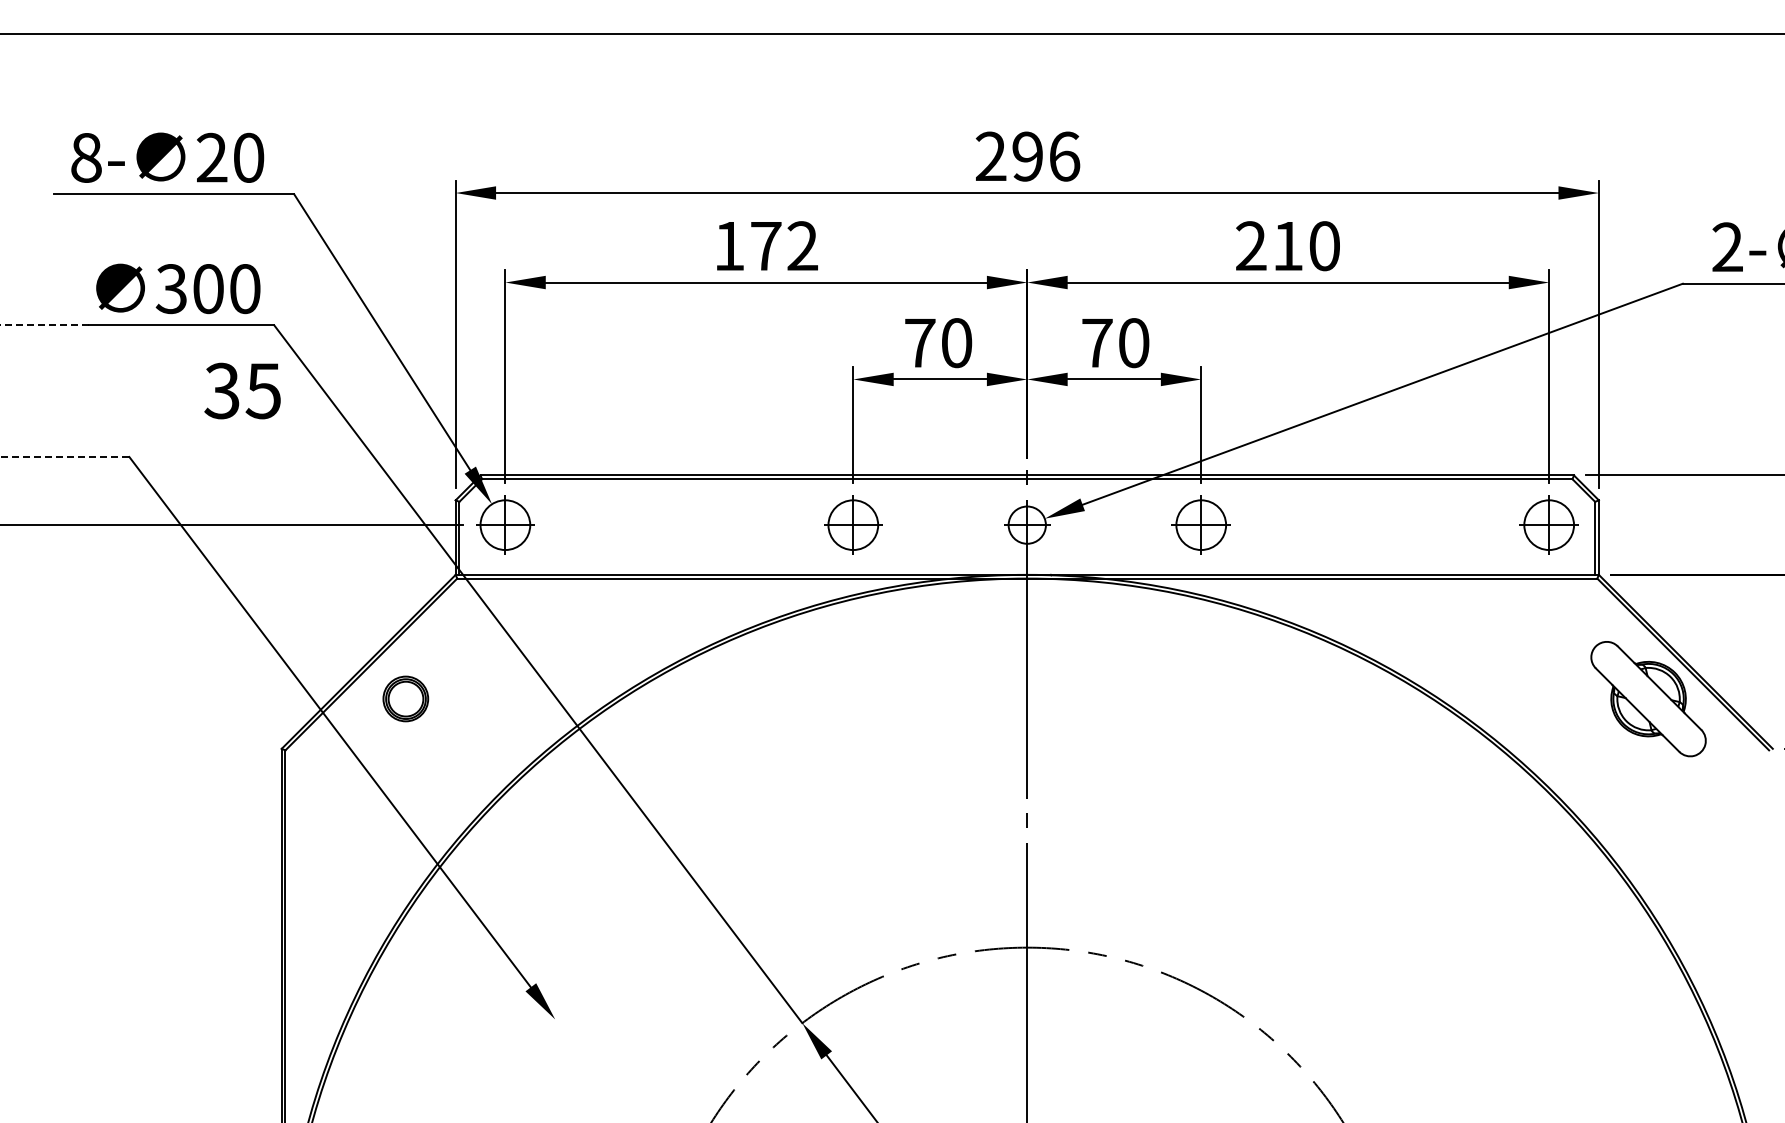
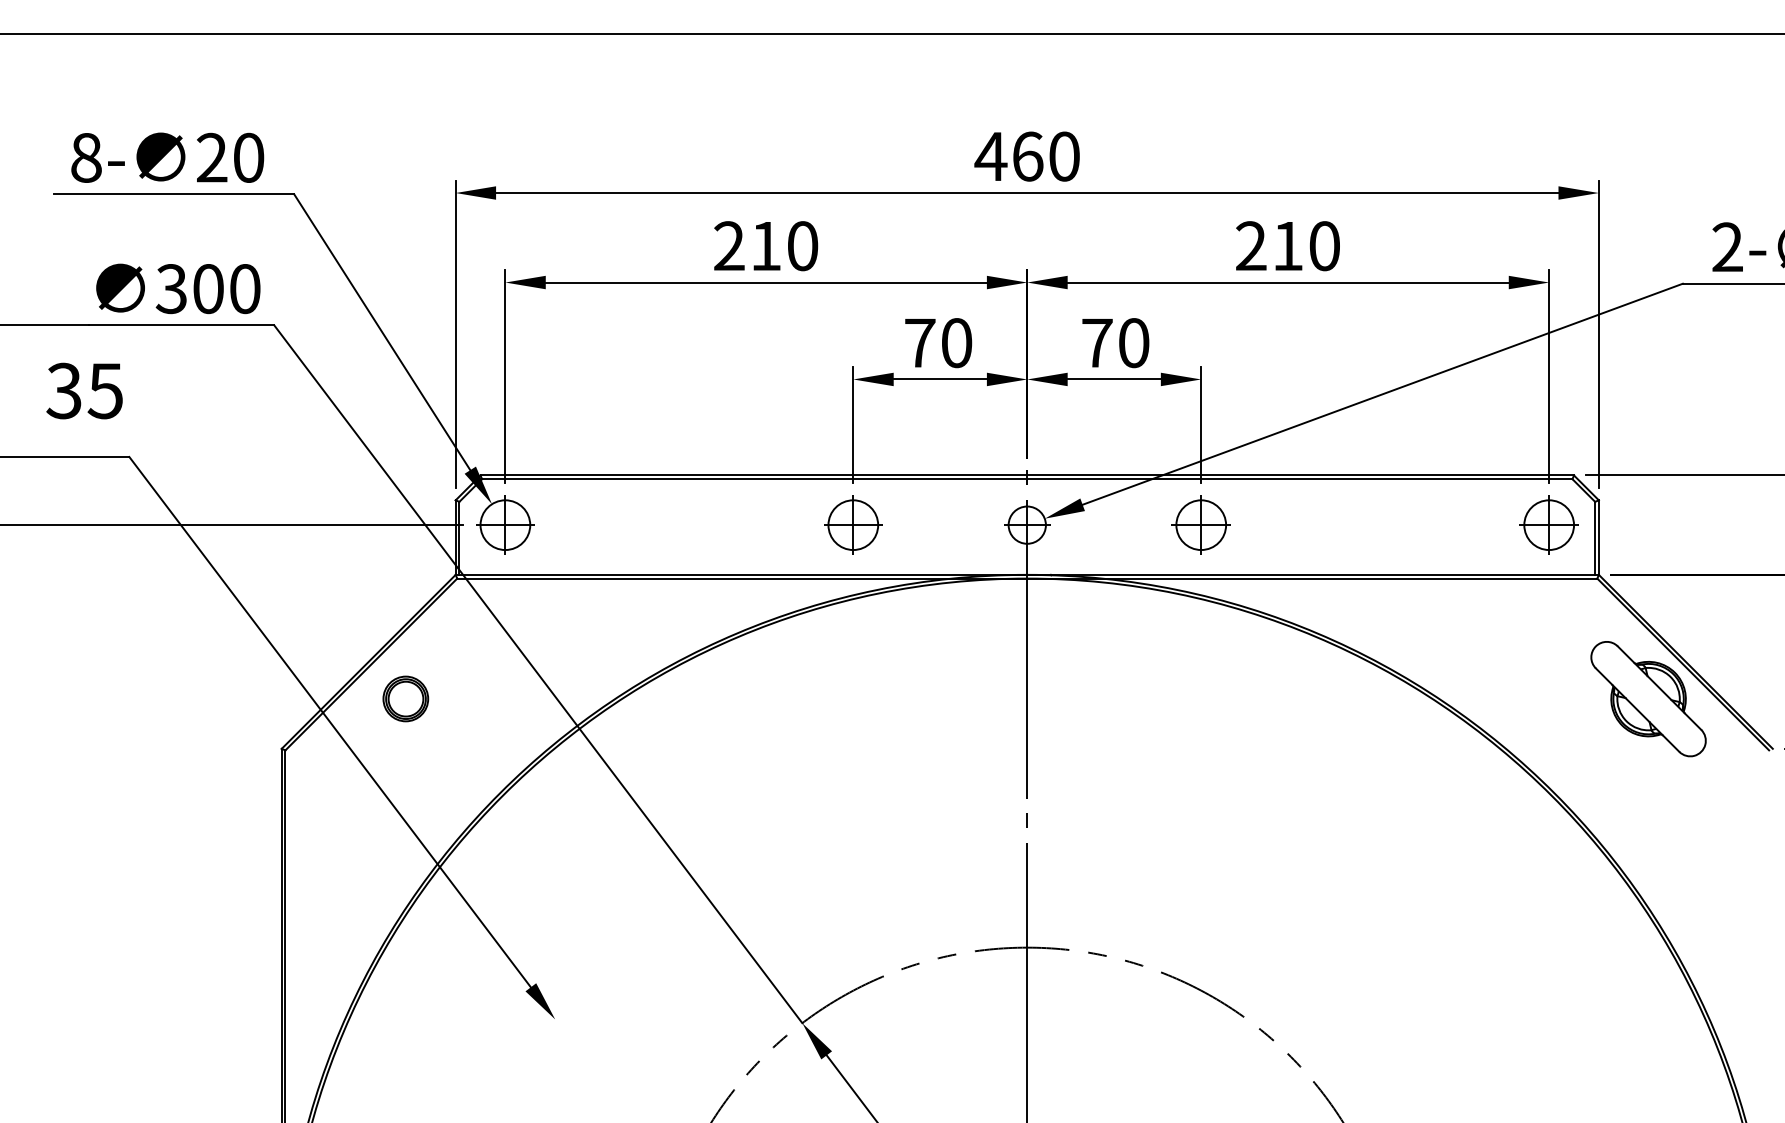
text at (1027, 156): 296 -> 460
text at (766, 246): 172 -> 210
line at (44, 325): dashed -> solid
text at (242, 390) position: (242, 390) -> (84, 390)
line at (64, 457): dashed -> solid
